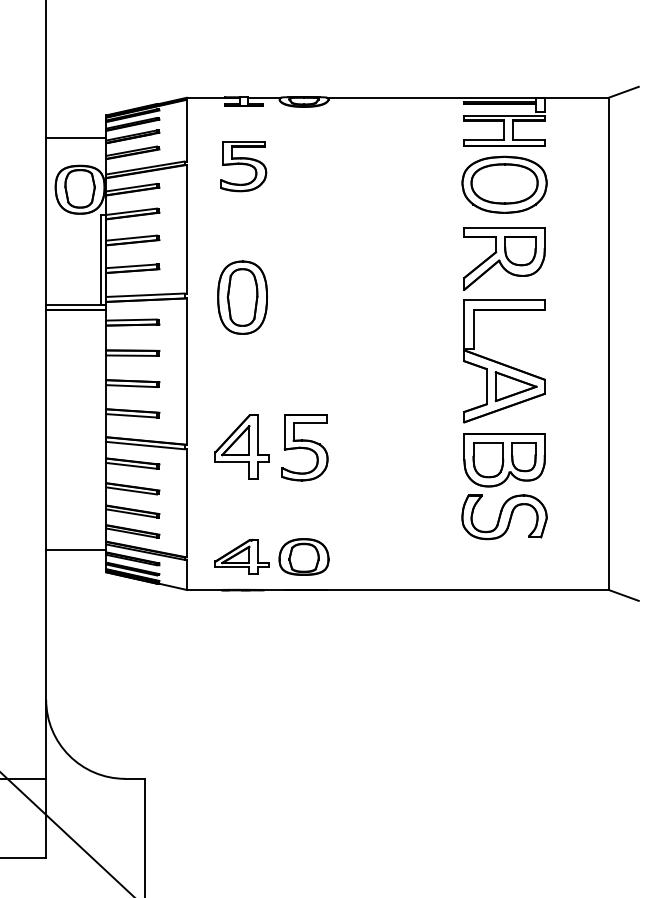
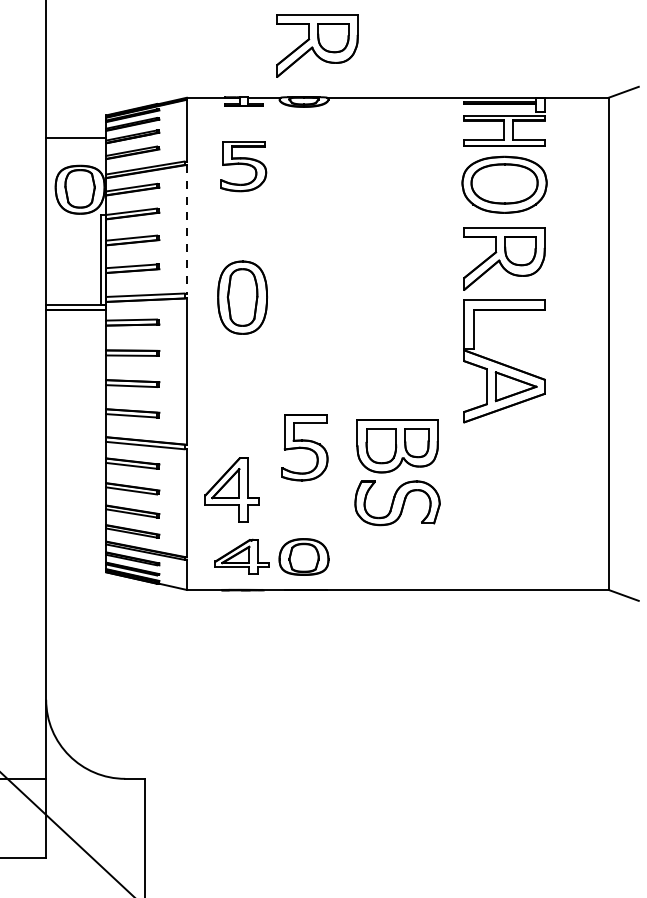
part at (317, 45): none -> present
line at (186, 229): solid -> dashed
part at (241, 446) position: (241, 446) -> (231, 489)
part at (504, 486) position: (504, 486) -> (397, 472)
line at (76, 549): present -> none
